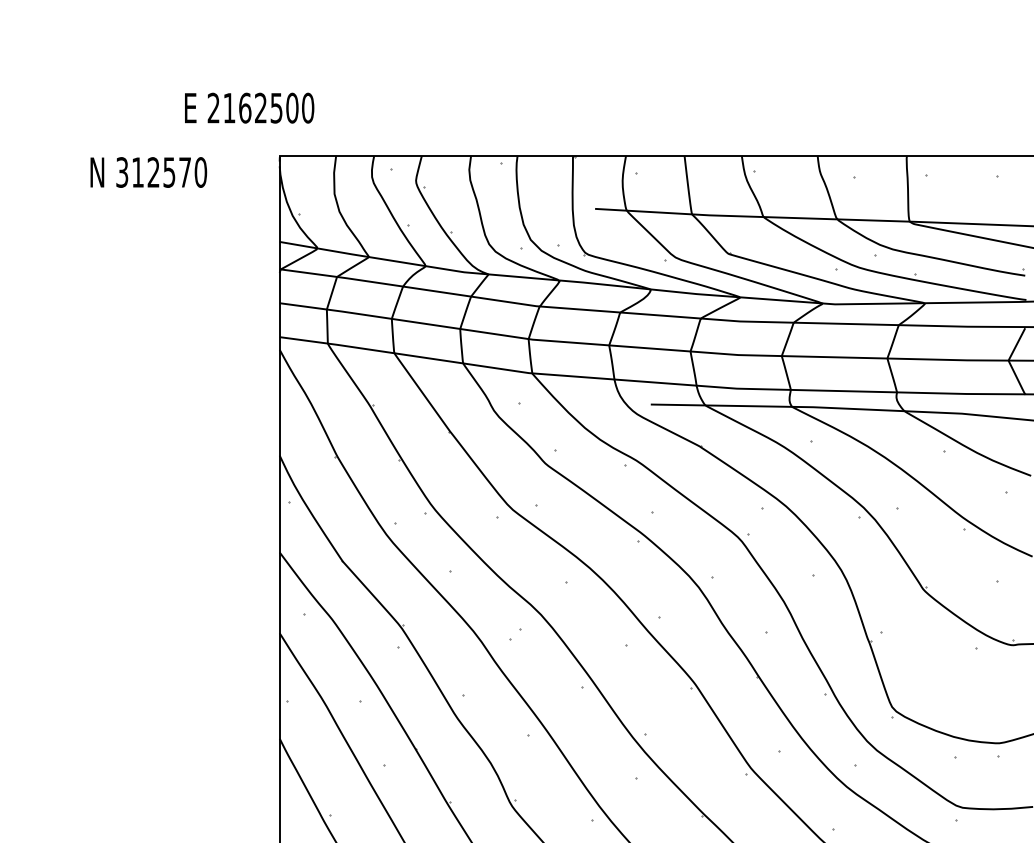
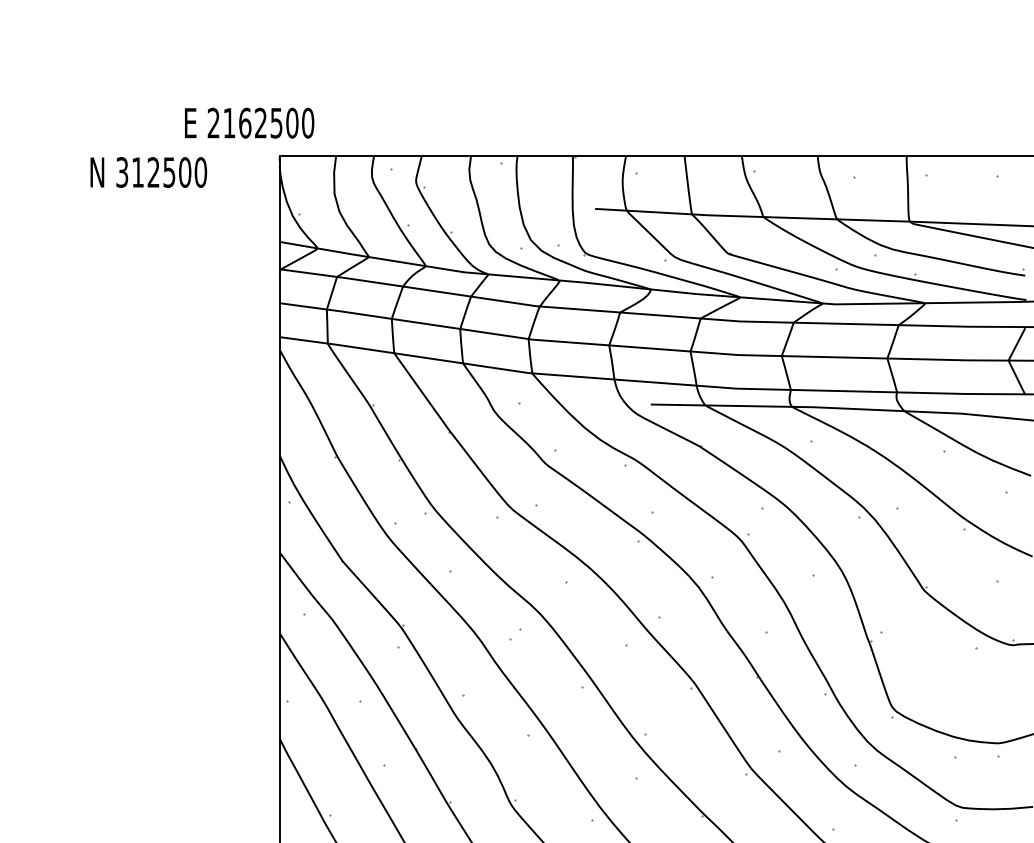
text at (249, 107) position: (249, 107) -> (249, 122)
text at (185, 172): 312570 -> 312500
